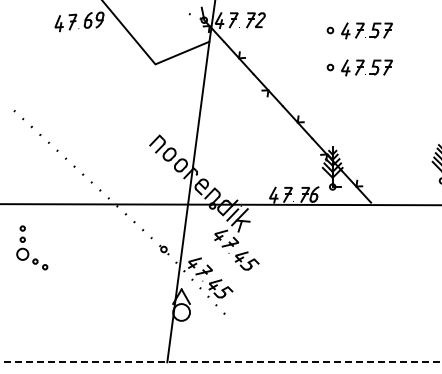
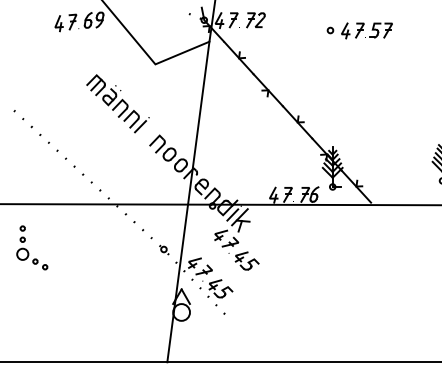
part at (359, 67): present -> none
part at (117, 103): none -> present
line at (221, 362): dashed -> solid
